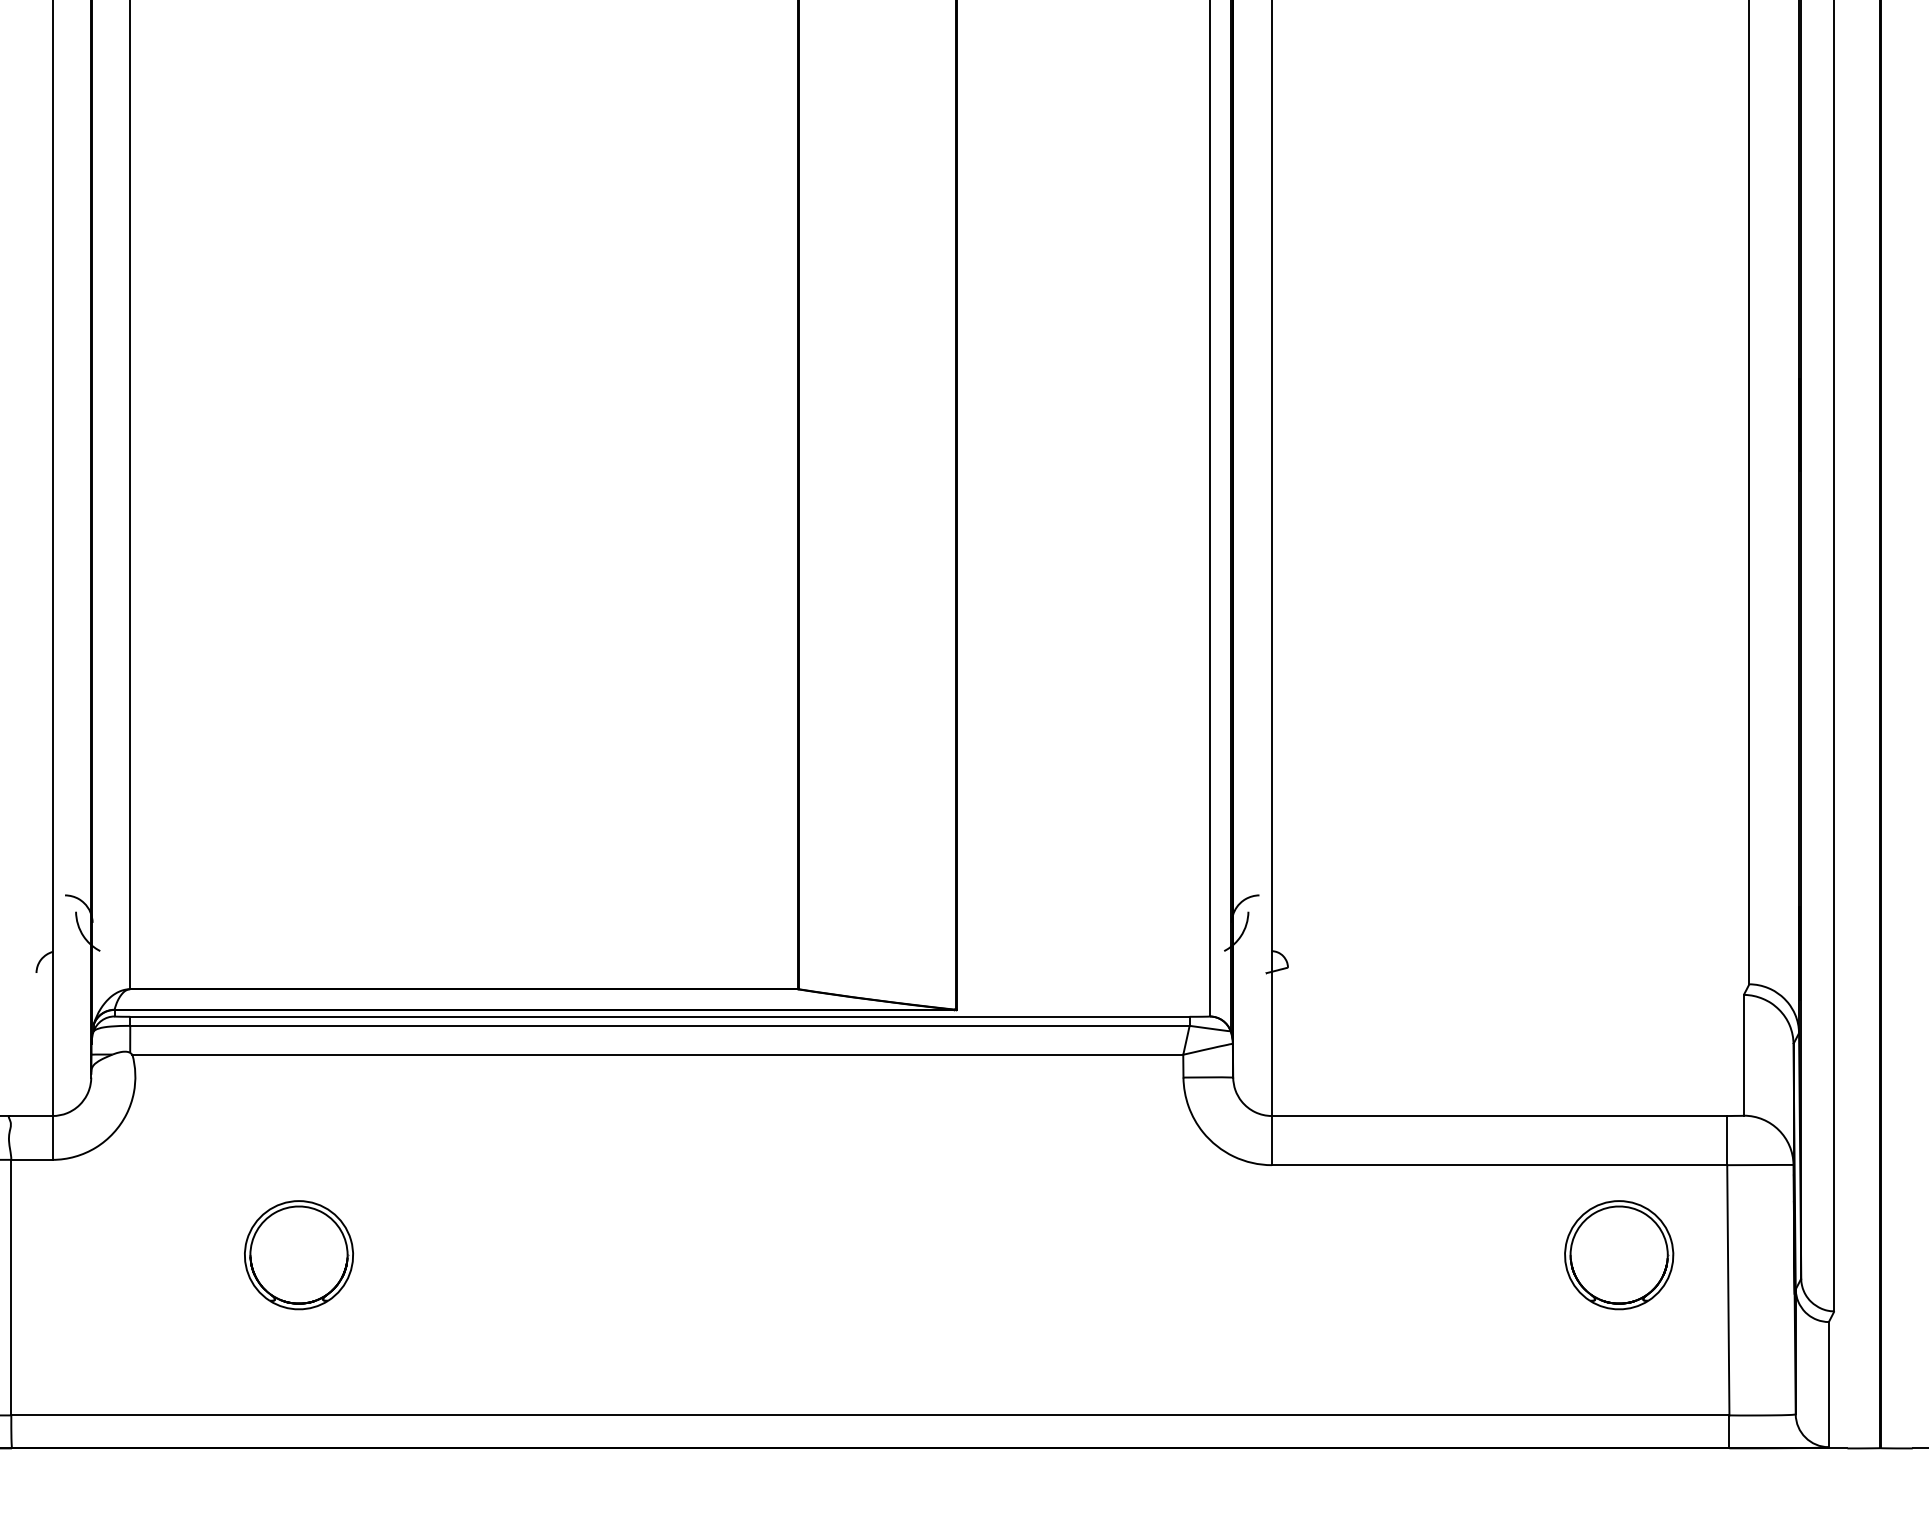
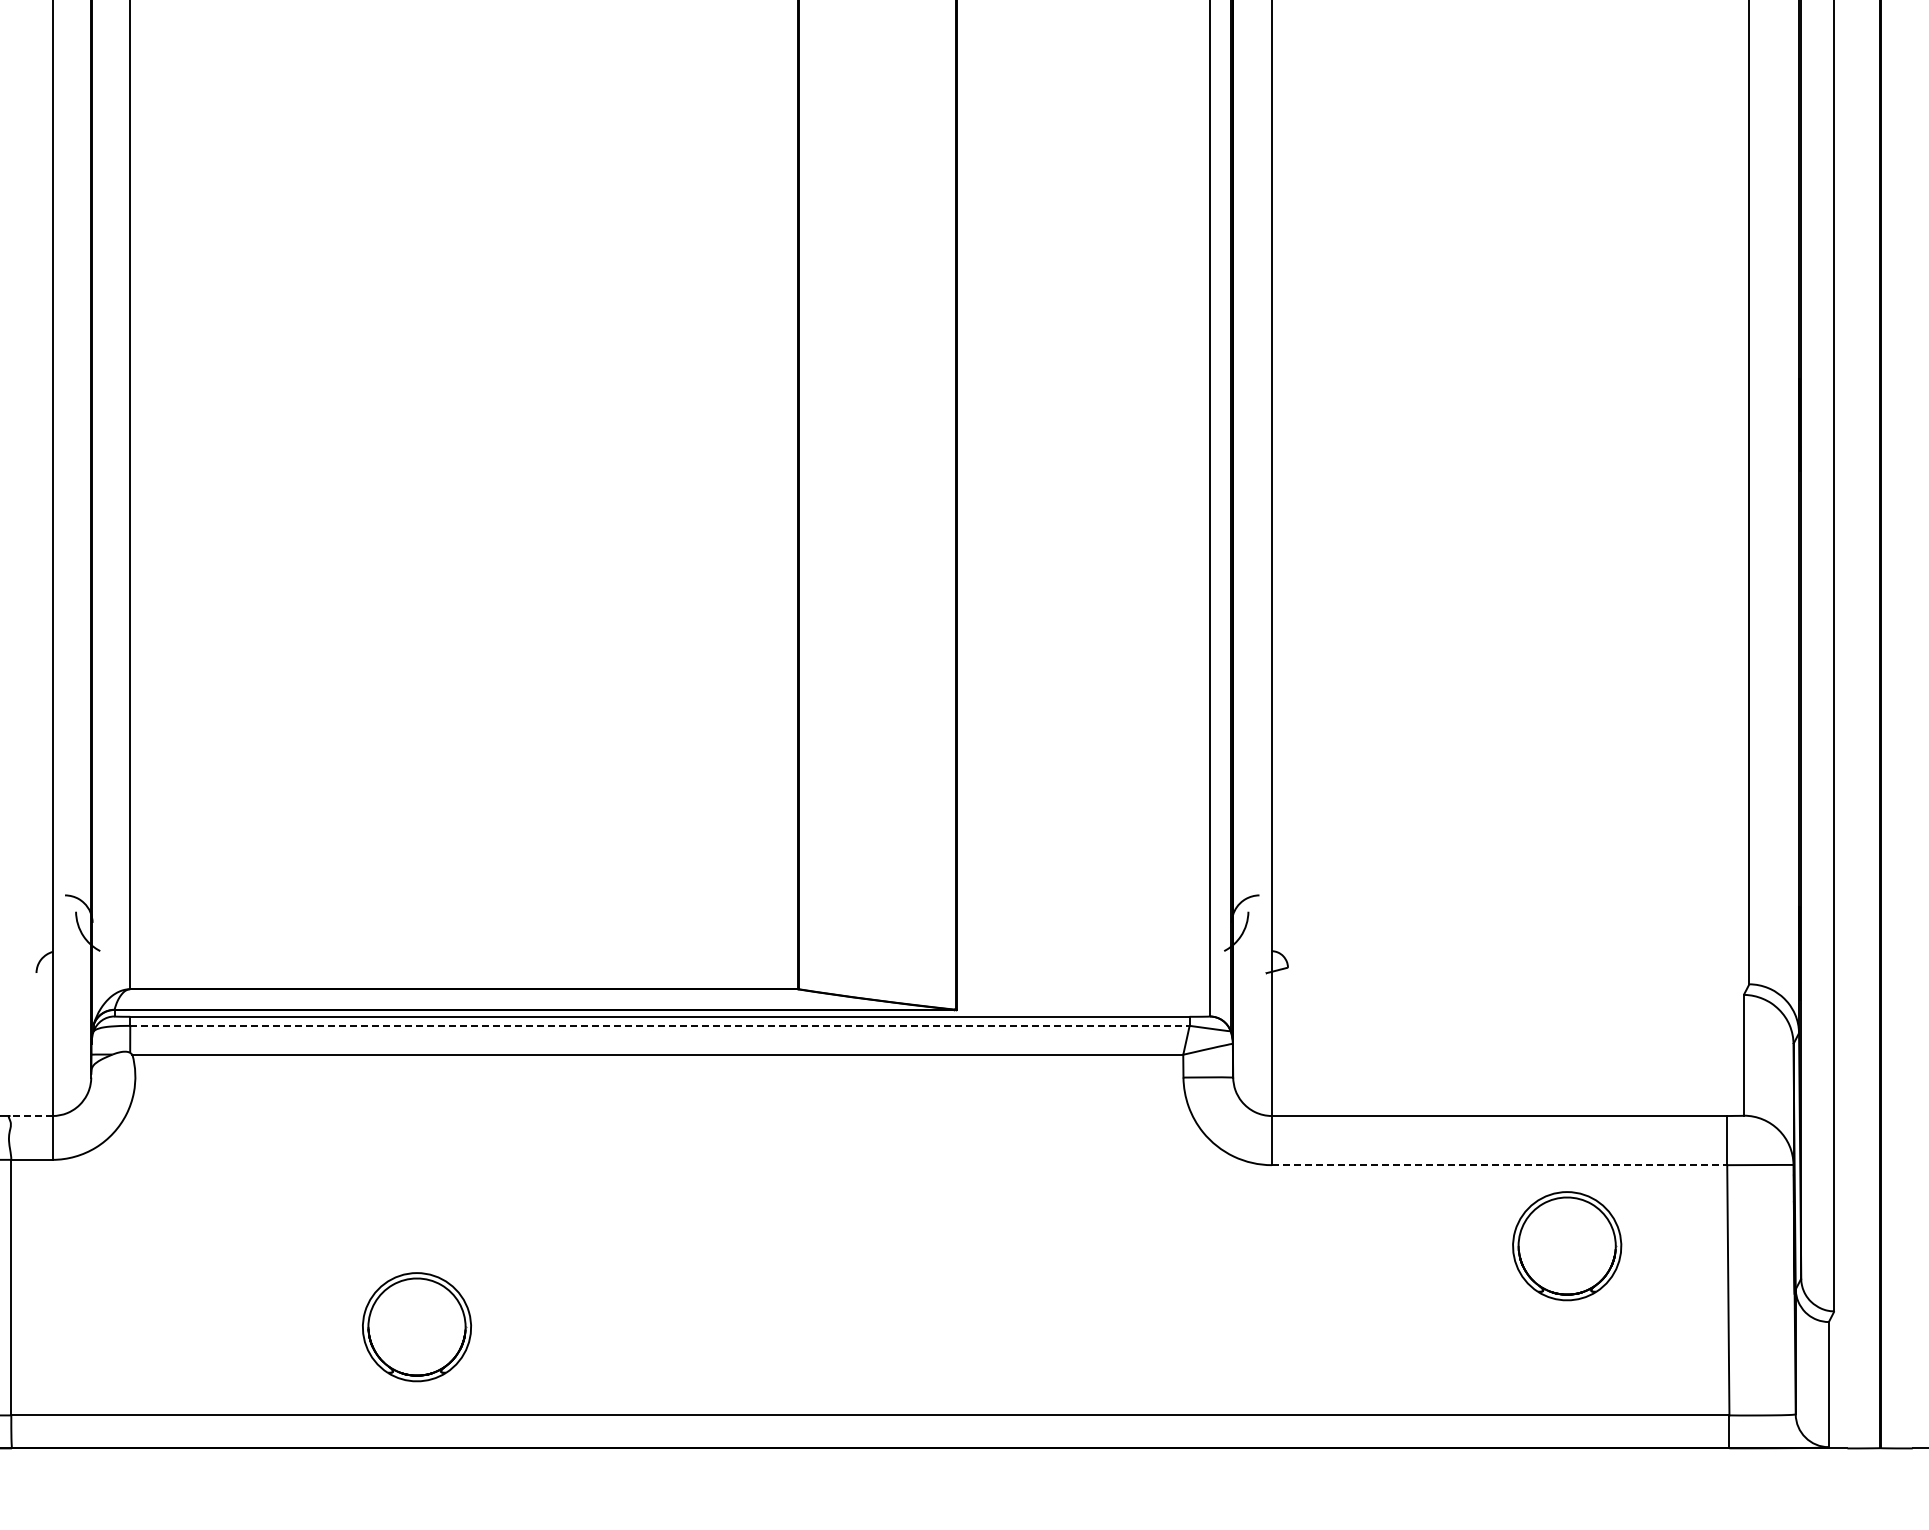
line at (659, 1025): solid -> dashed
line at (31, 1116): solid -> dashed
line at (1499, 1165): solid -> dashed
part at (298, 1255) position: (298, 1255) -> (416, 1327)
part at (1619, 1255) position: (1619, 1255) -> (1567, 1246)
